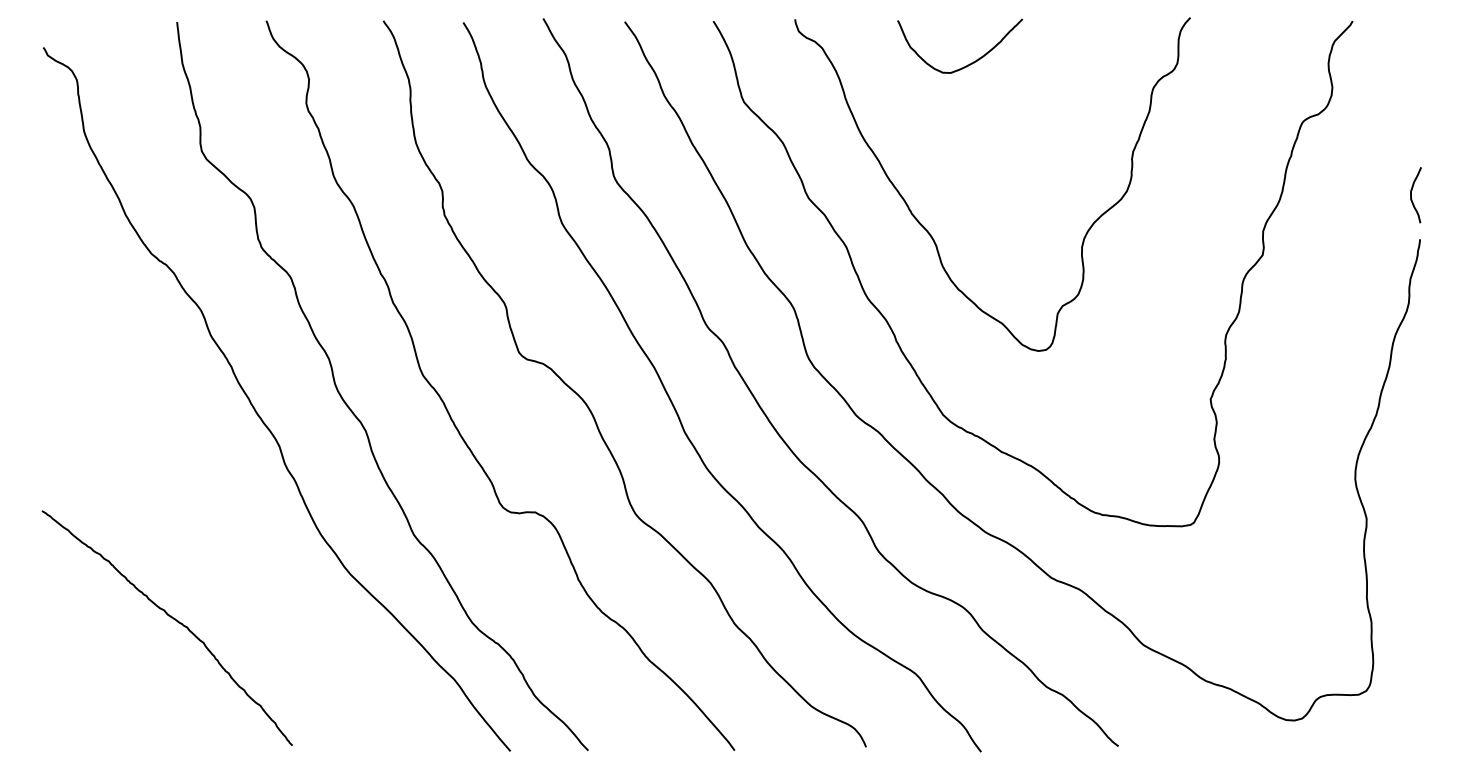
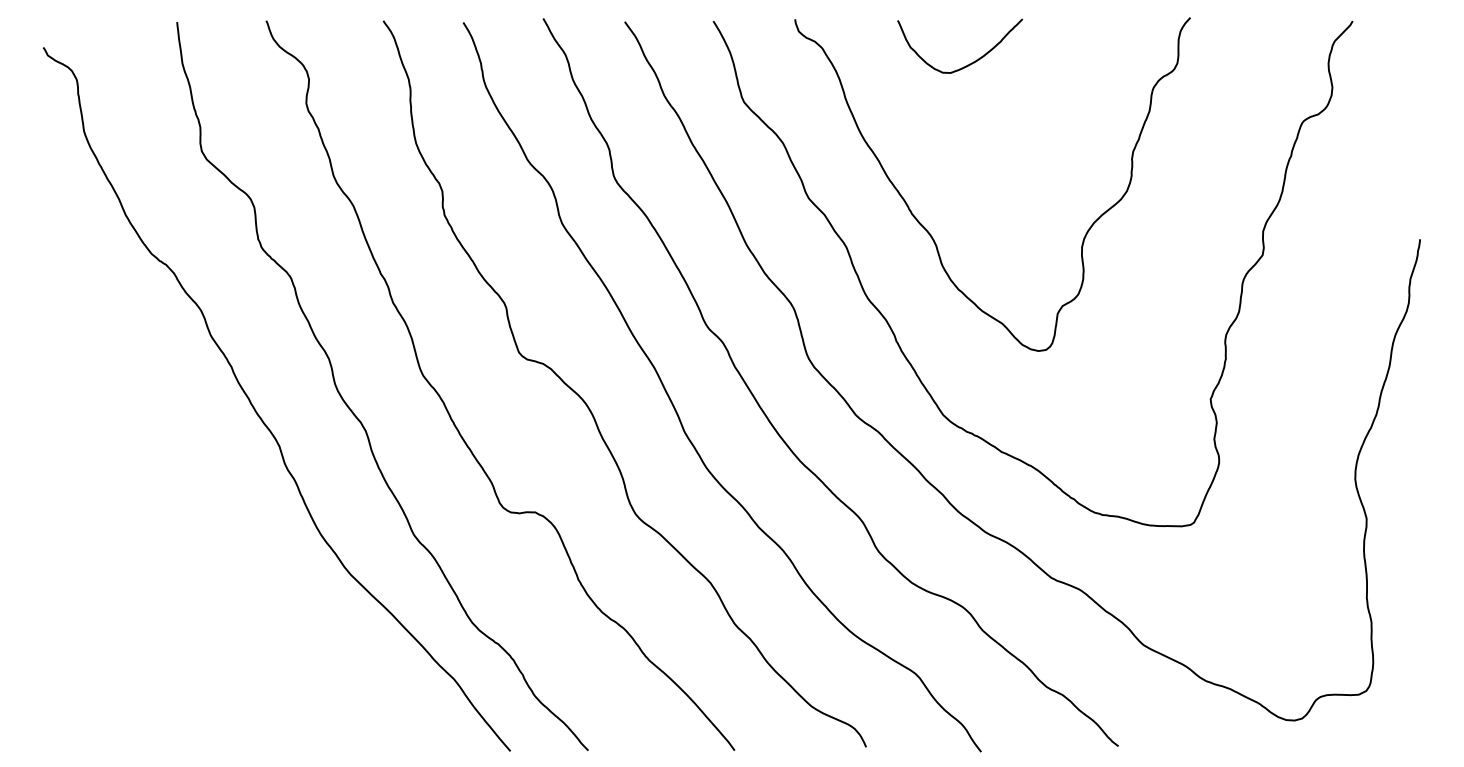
curve at (1411, 195): present -> none
curve at (171, 618): present -> none
